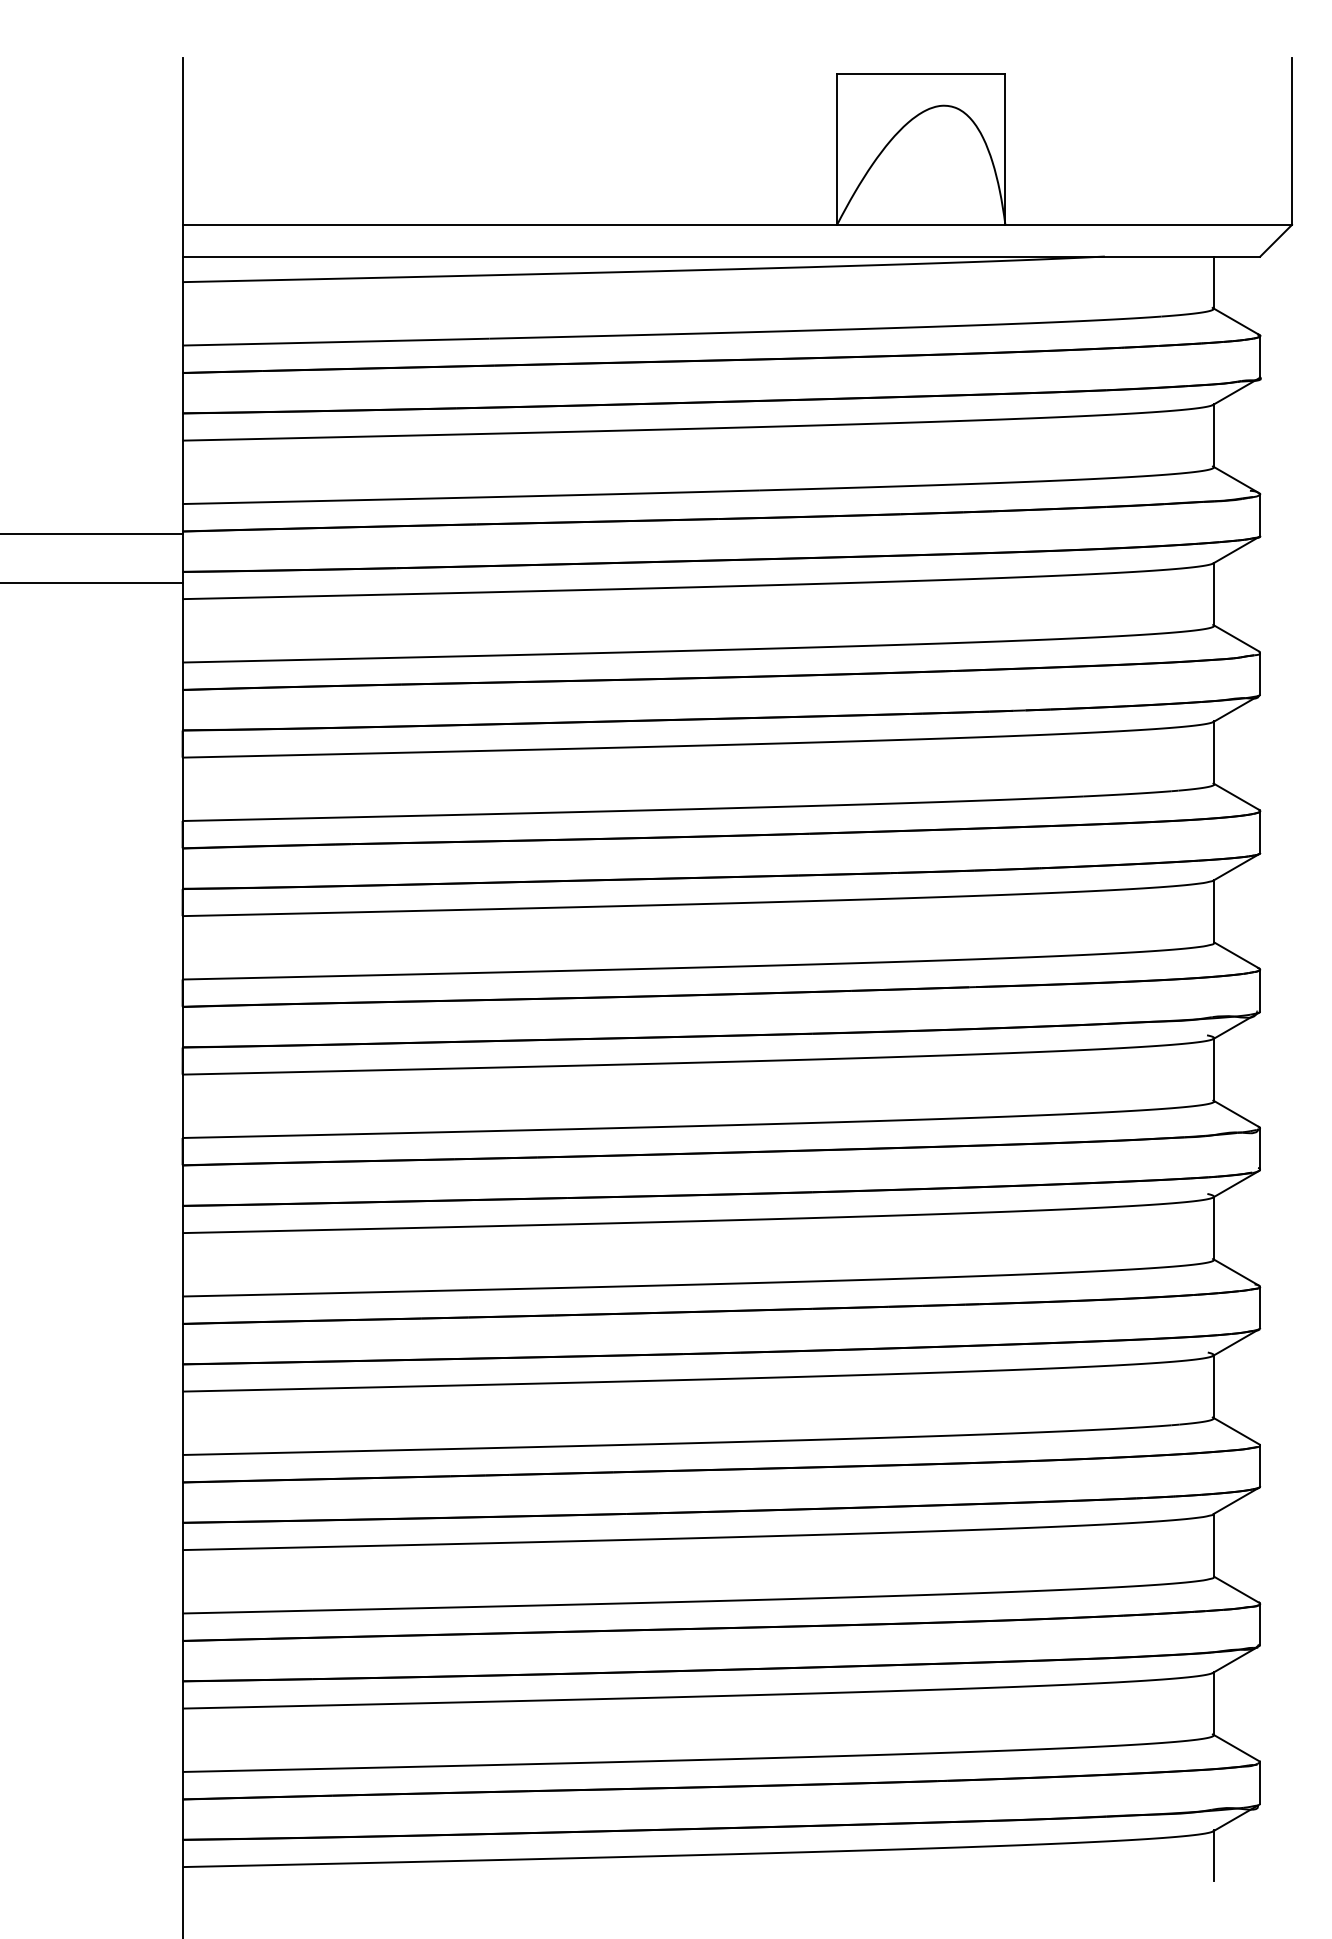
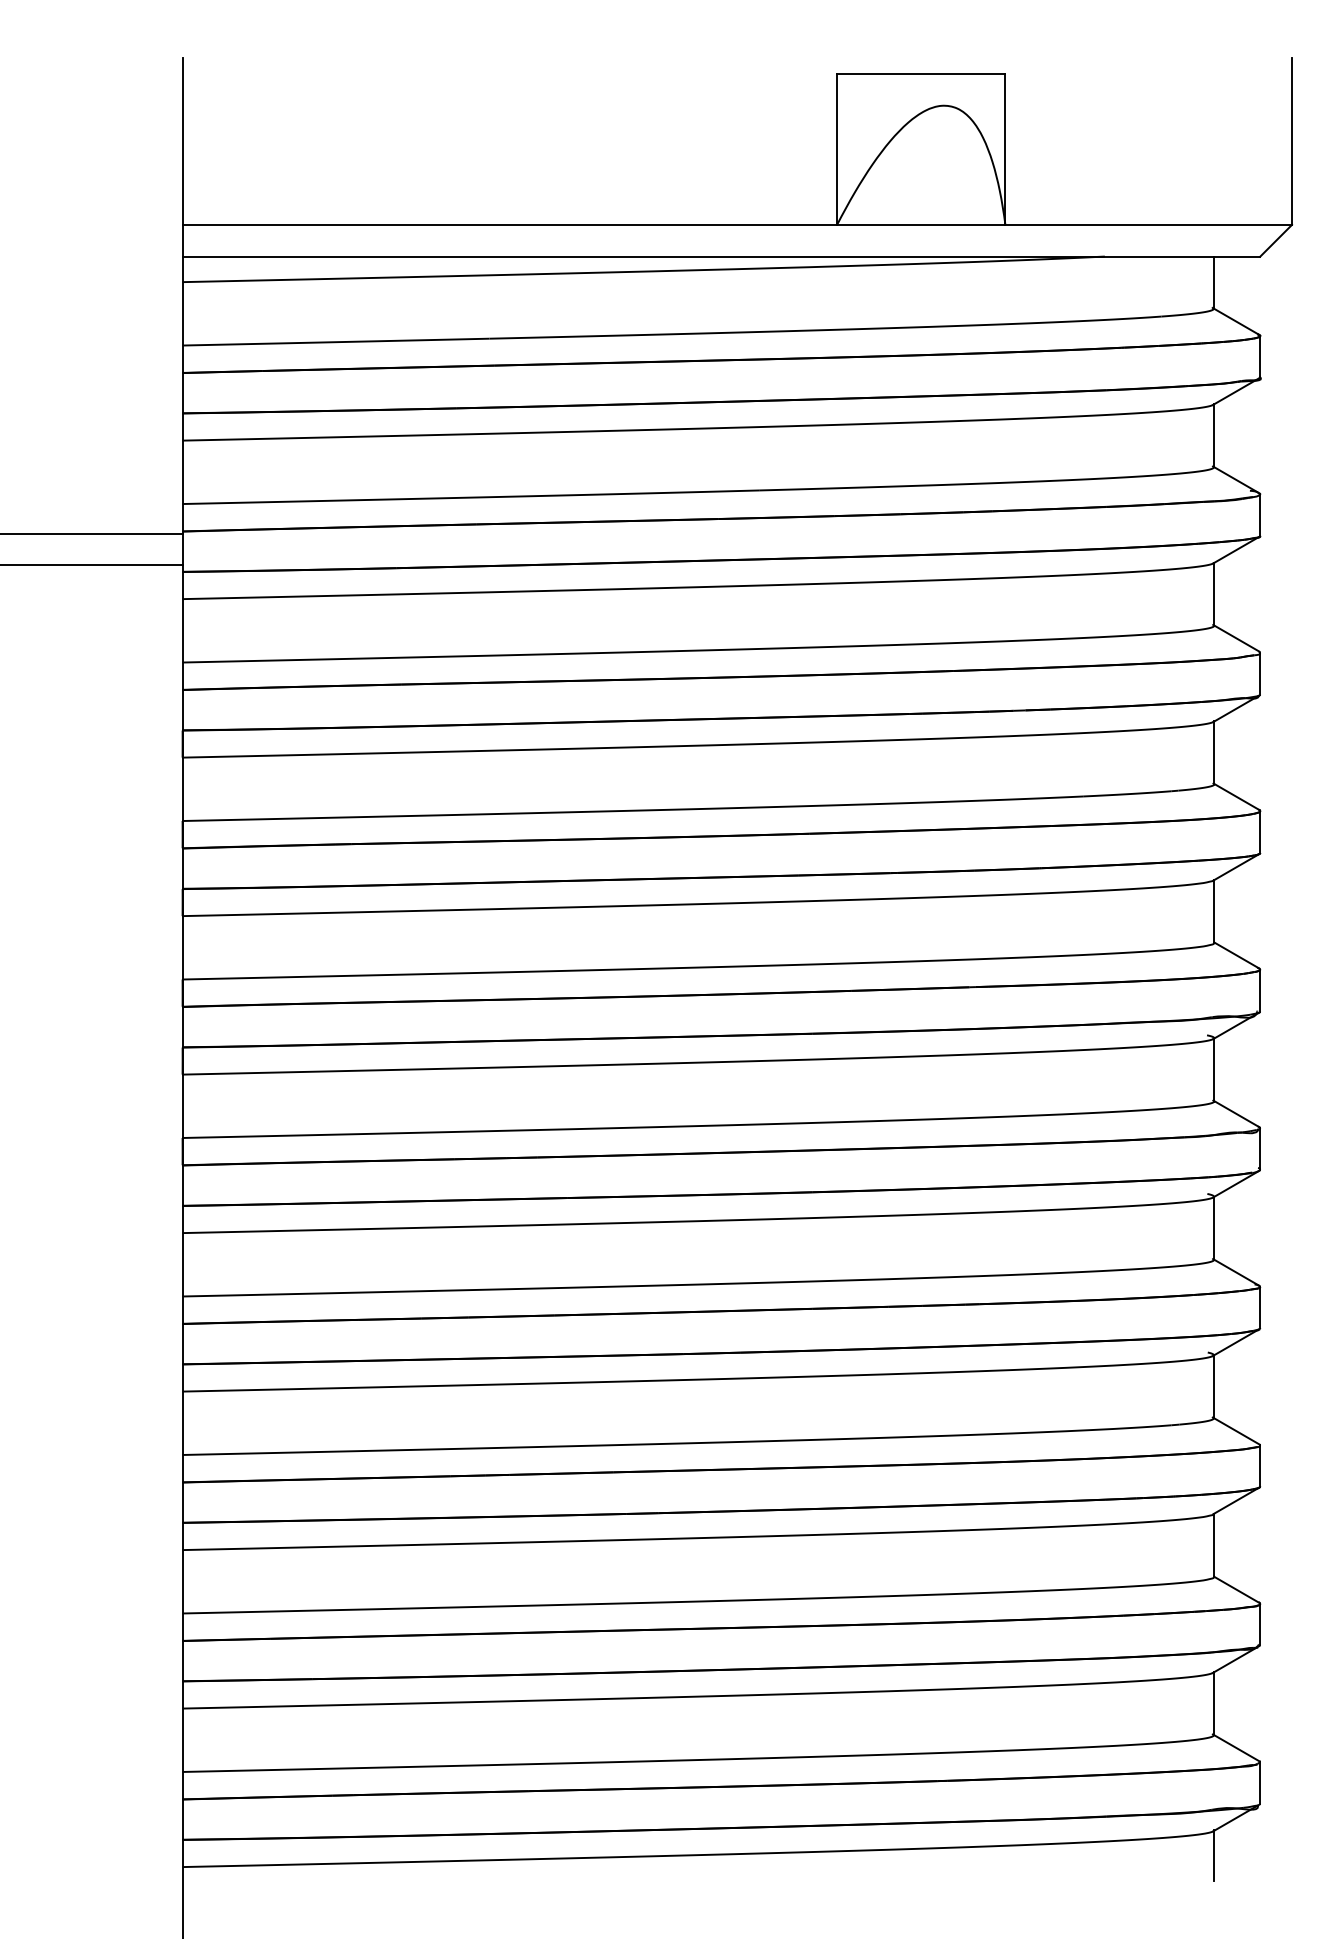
line at (92, 583) position: (92, 583) -> (92, 565)
